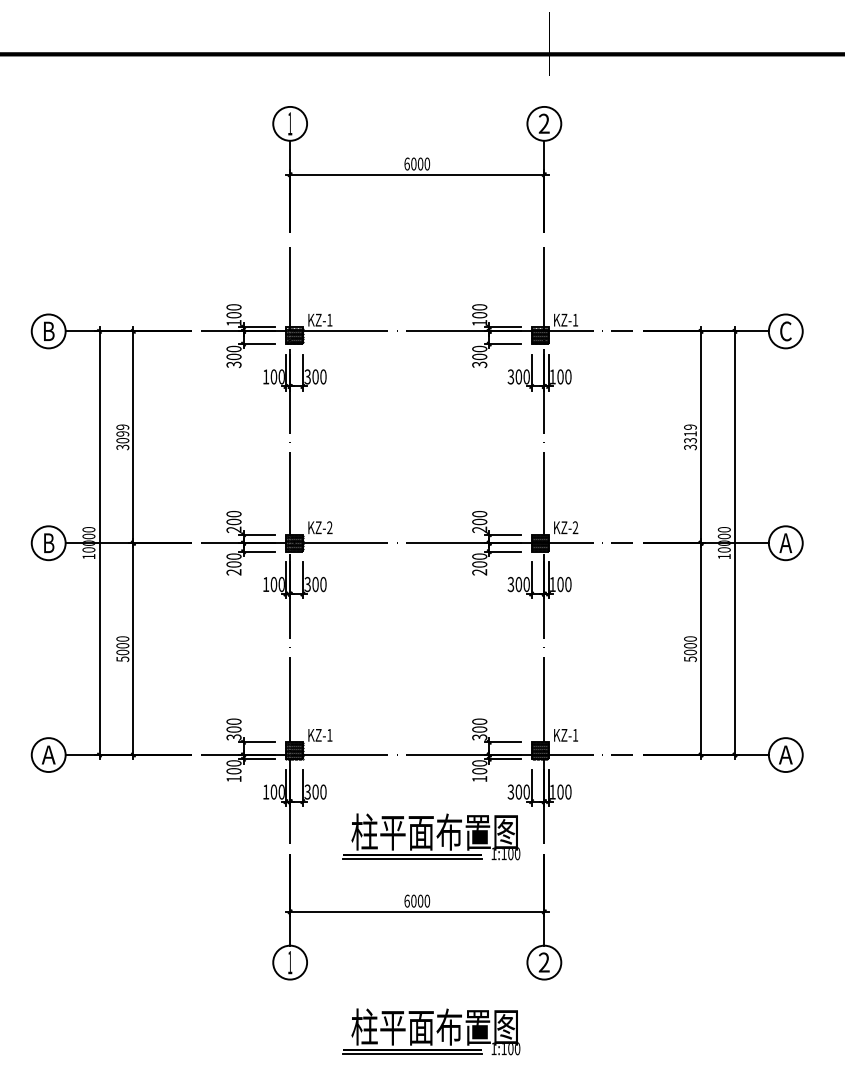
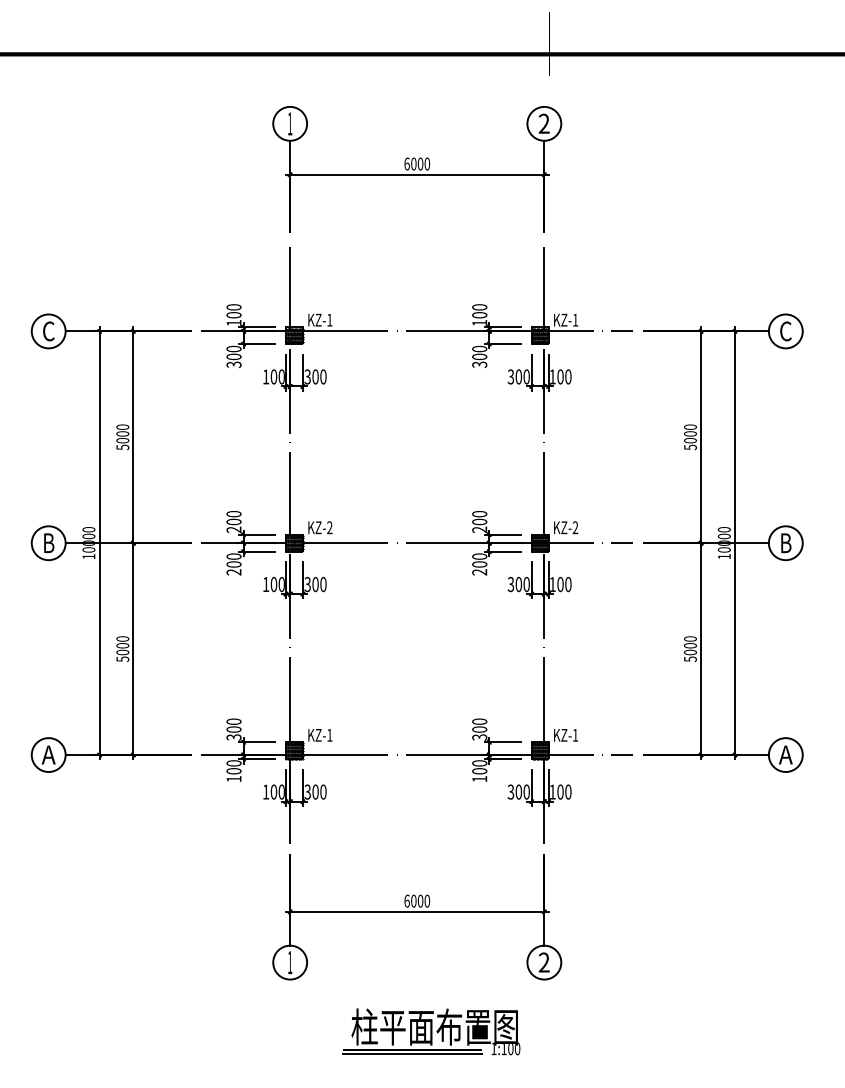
text at (48, 331): B -> C
text at (122, 436): 3099 -> 5000
text at (690, 436): 3319 -> 5000
text at (785, 543): A -> B
part at (431, 836): present -> none
